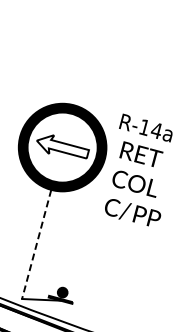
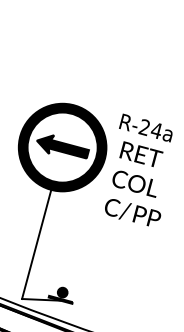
text at (143, 127): R-14a -> R-24a
fill at (63, 146): none -> present
line at (36, 244): dashed -> solid
